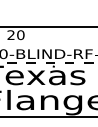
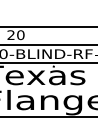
line at (48, 45): none -> present
line at (48, 63): dashed -> solid
